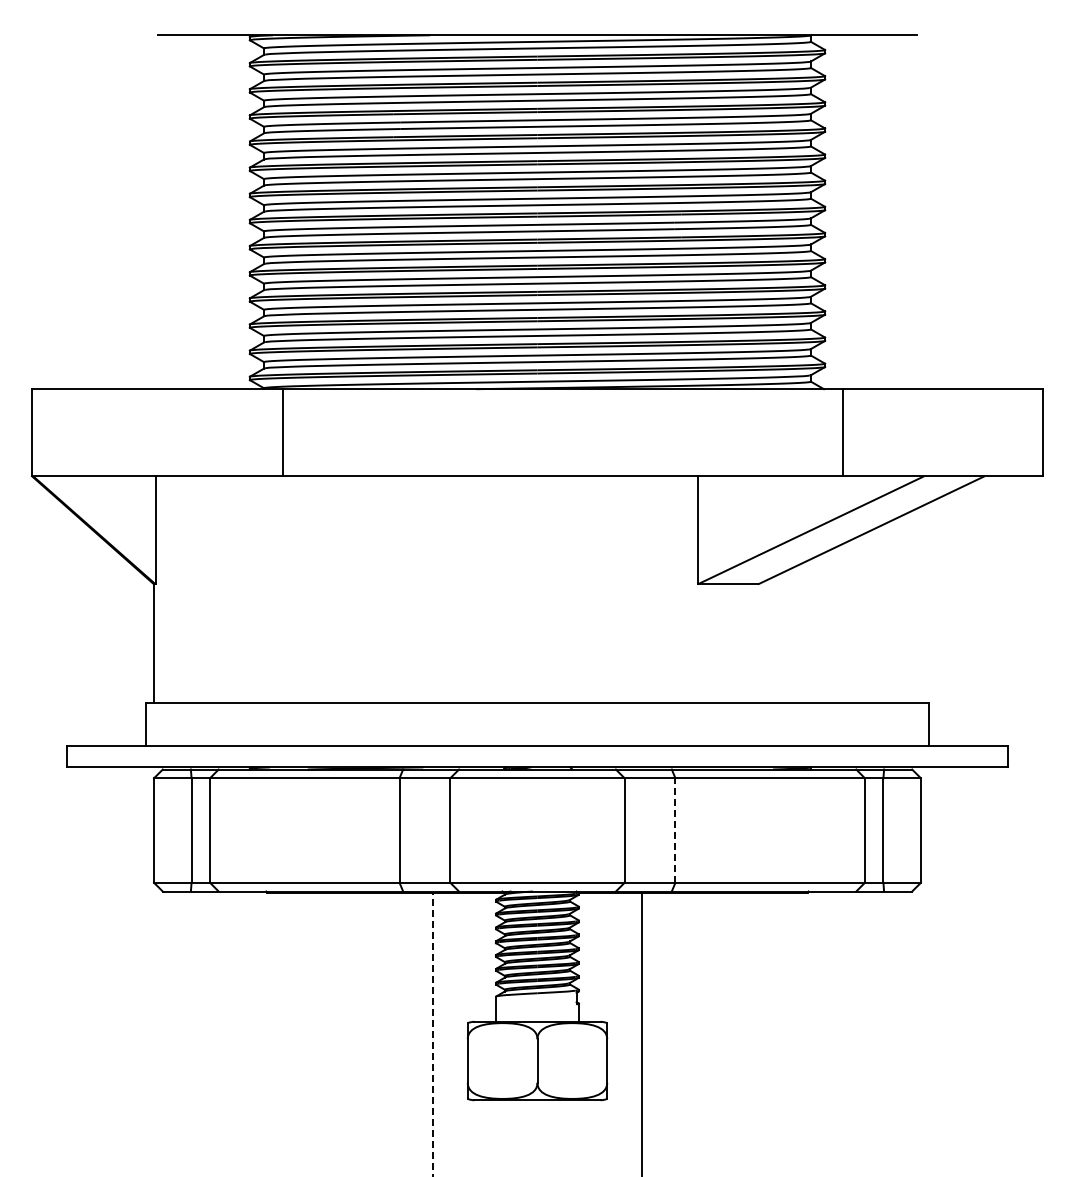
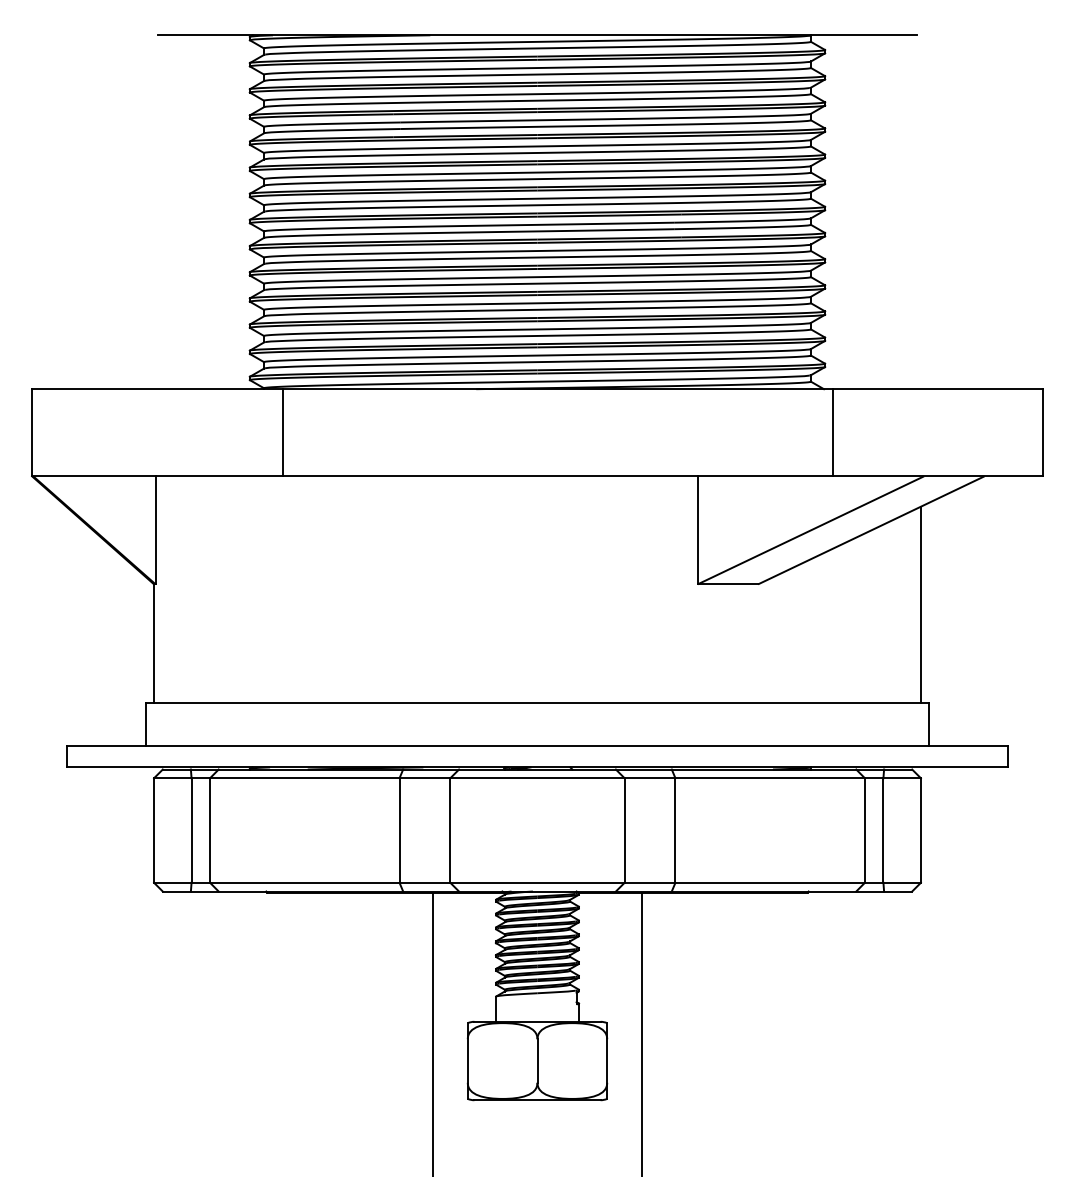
line at (843, 432) position: (843, 432) -> (833, 432)
line at (920, 604): none -> present
line at (675, 830): dashed -> solid
line at (432, 1034): dashed -> solid
